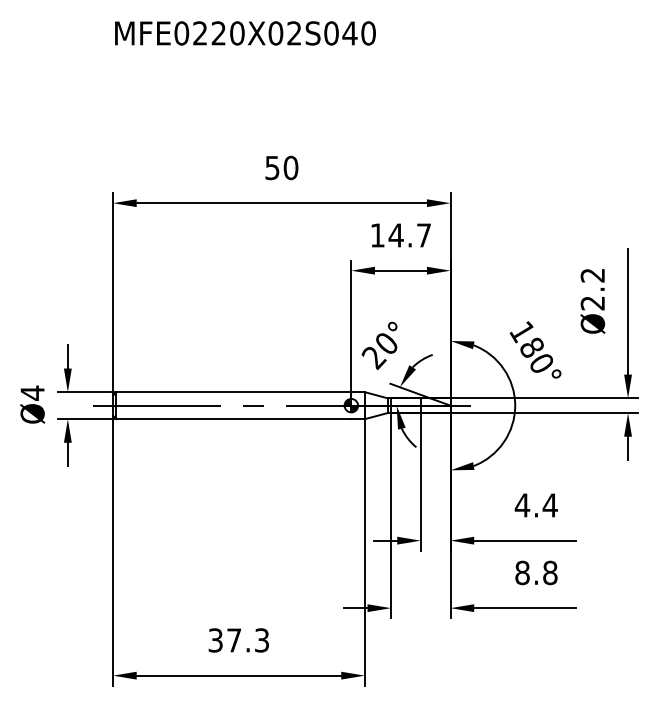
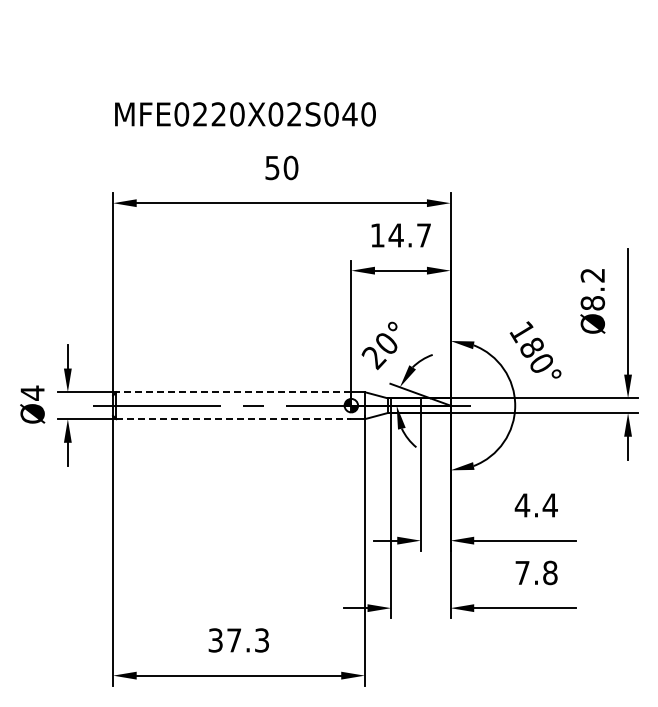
text at (245, 33) position: (245, 33) -> (245, 114)
text at (592, 303): Ø2.2 -> Ø8.2
line at (233, 392): solid -> dashed
line at (234, 419): solid -> dashed
text at (522, 572): 8.8 -> 7.8
